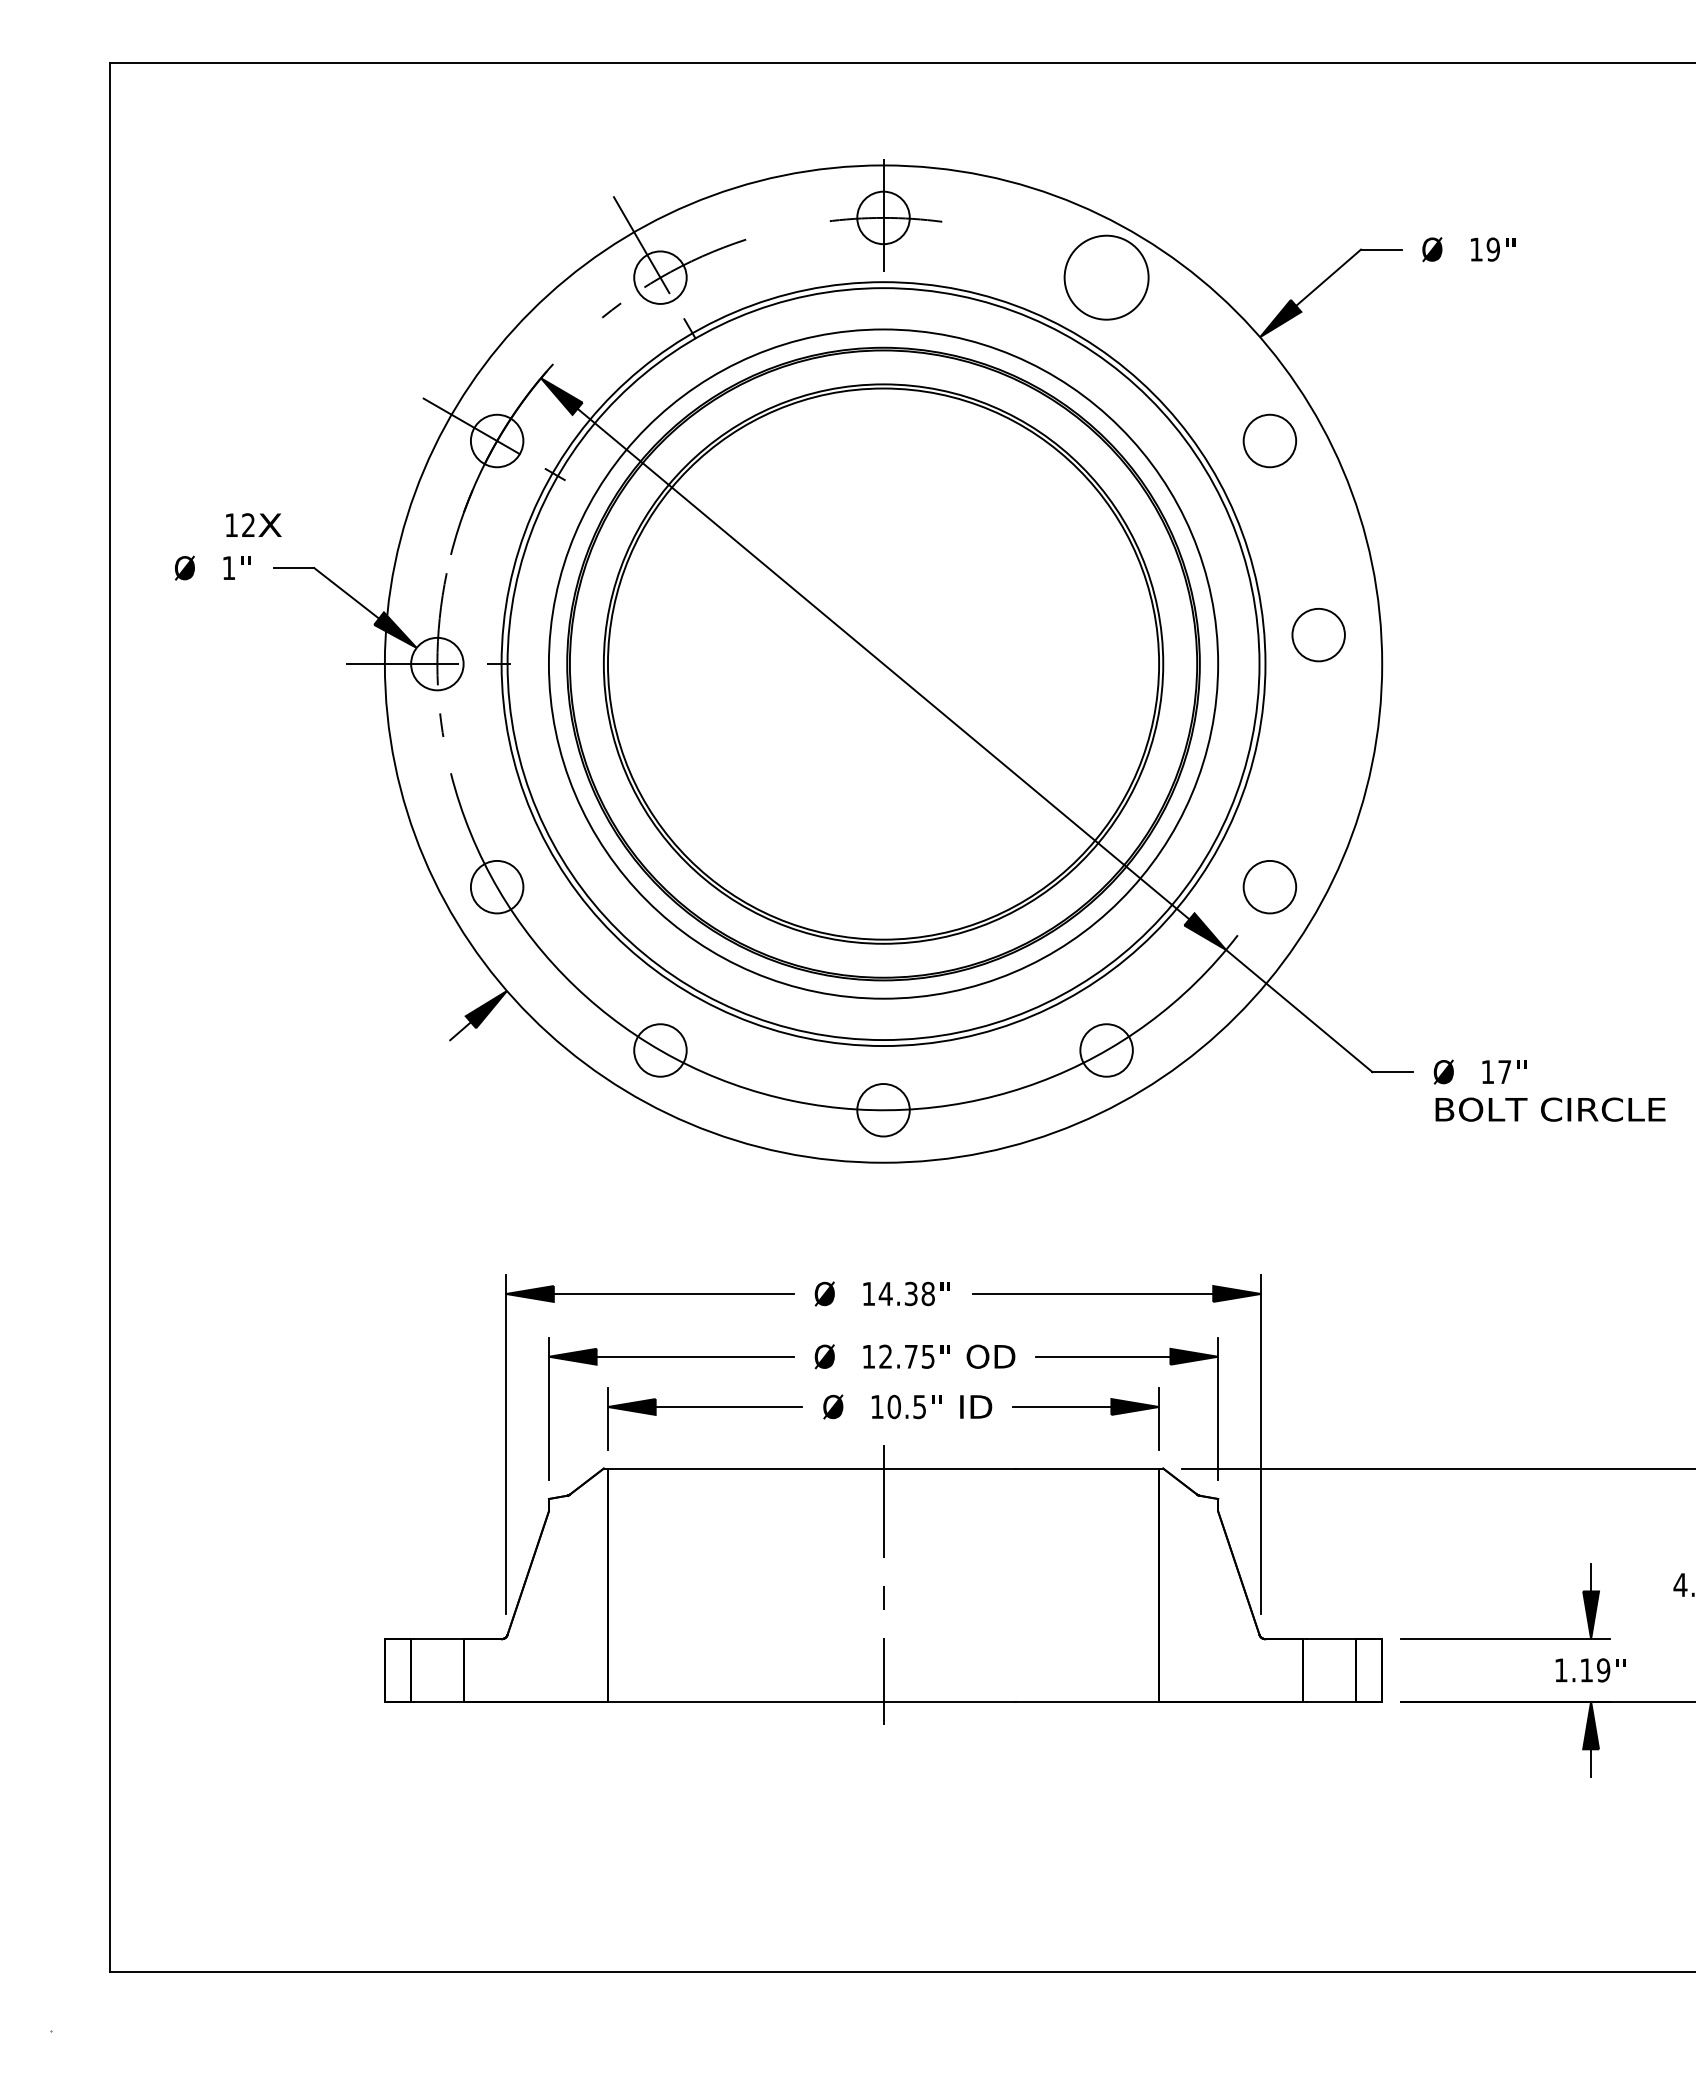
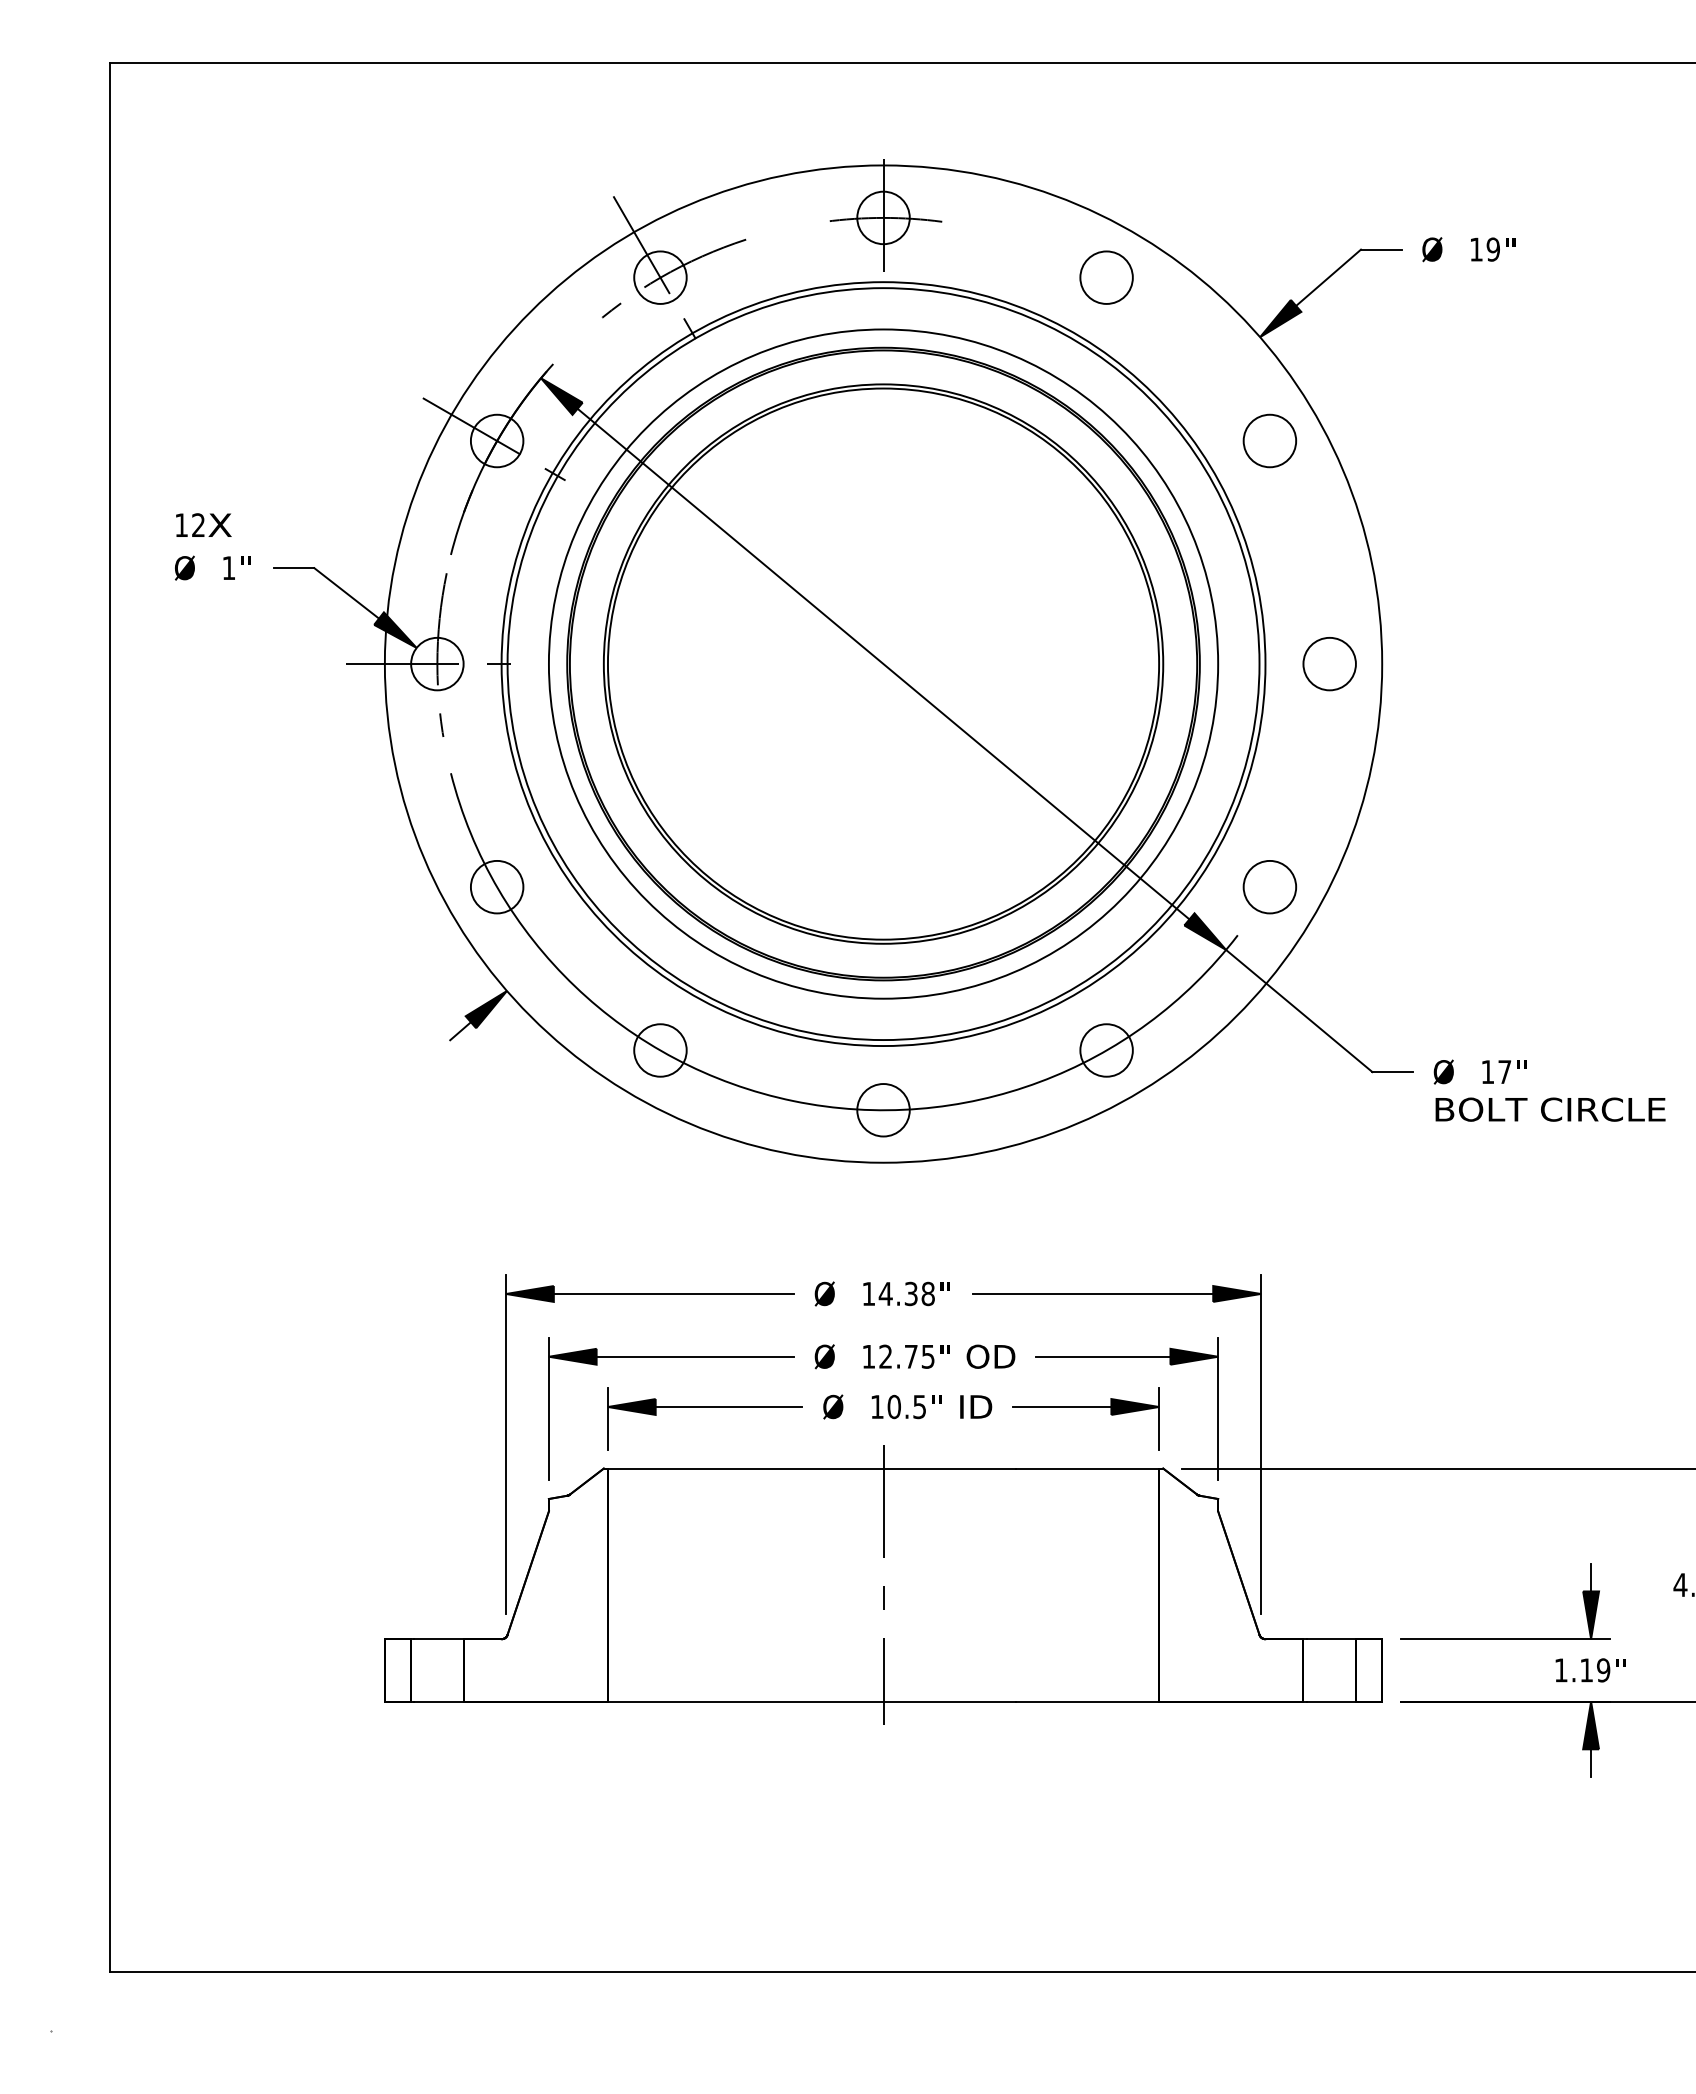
circle at (1106, 277) diameter: 84 px -> 52 px
text at (253, 524) position: (253, 524) -> (203, 524)
circle at (1318, 635) position: (1318, 635) -> (1329, 664)
